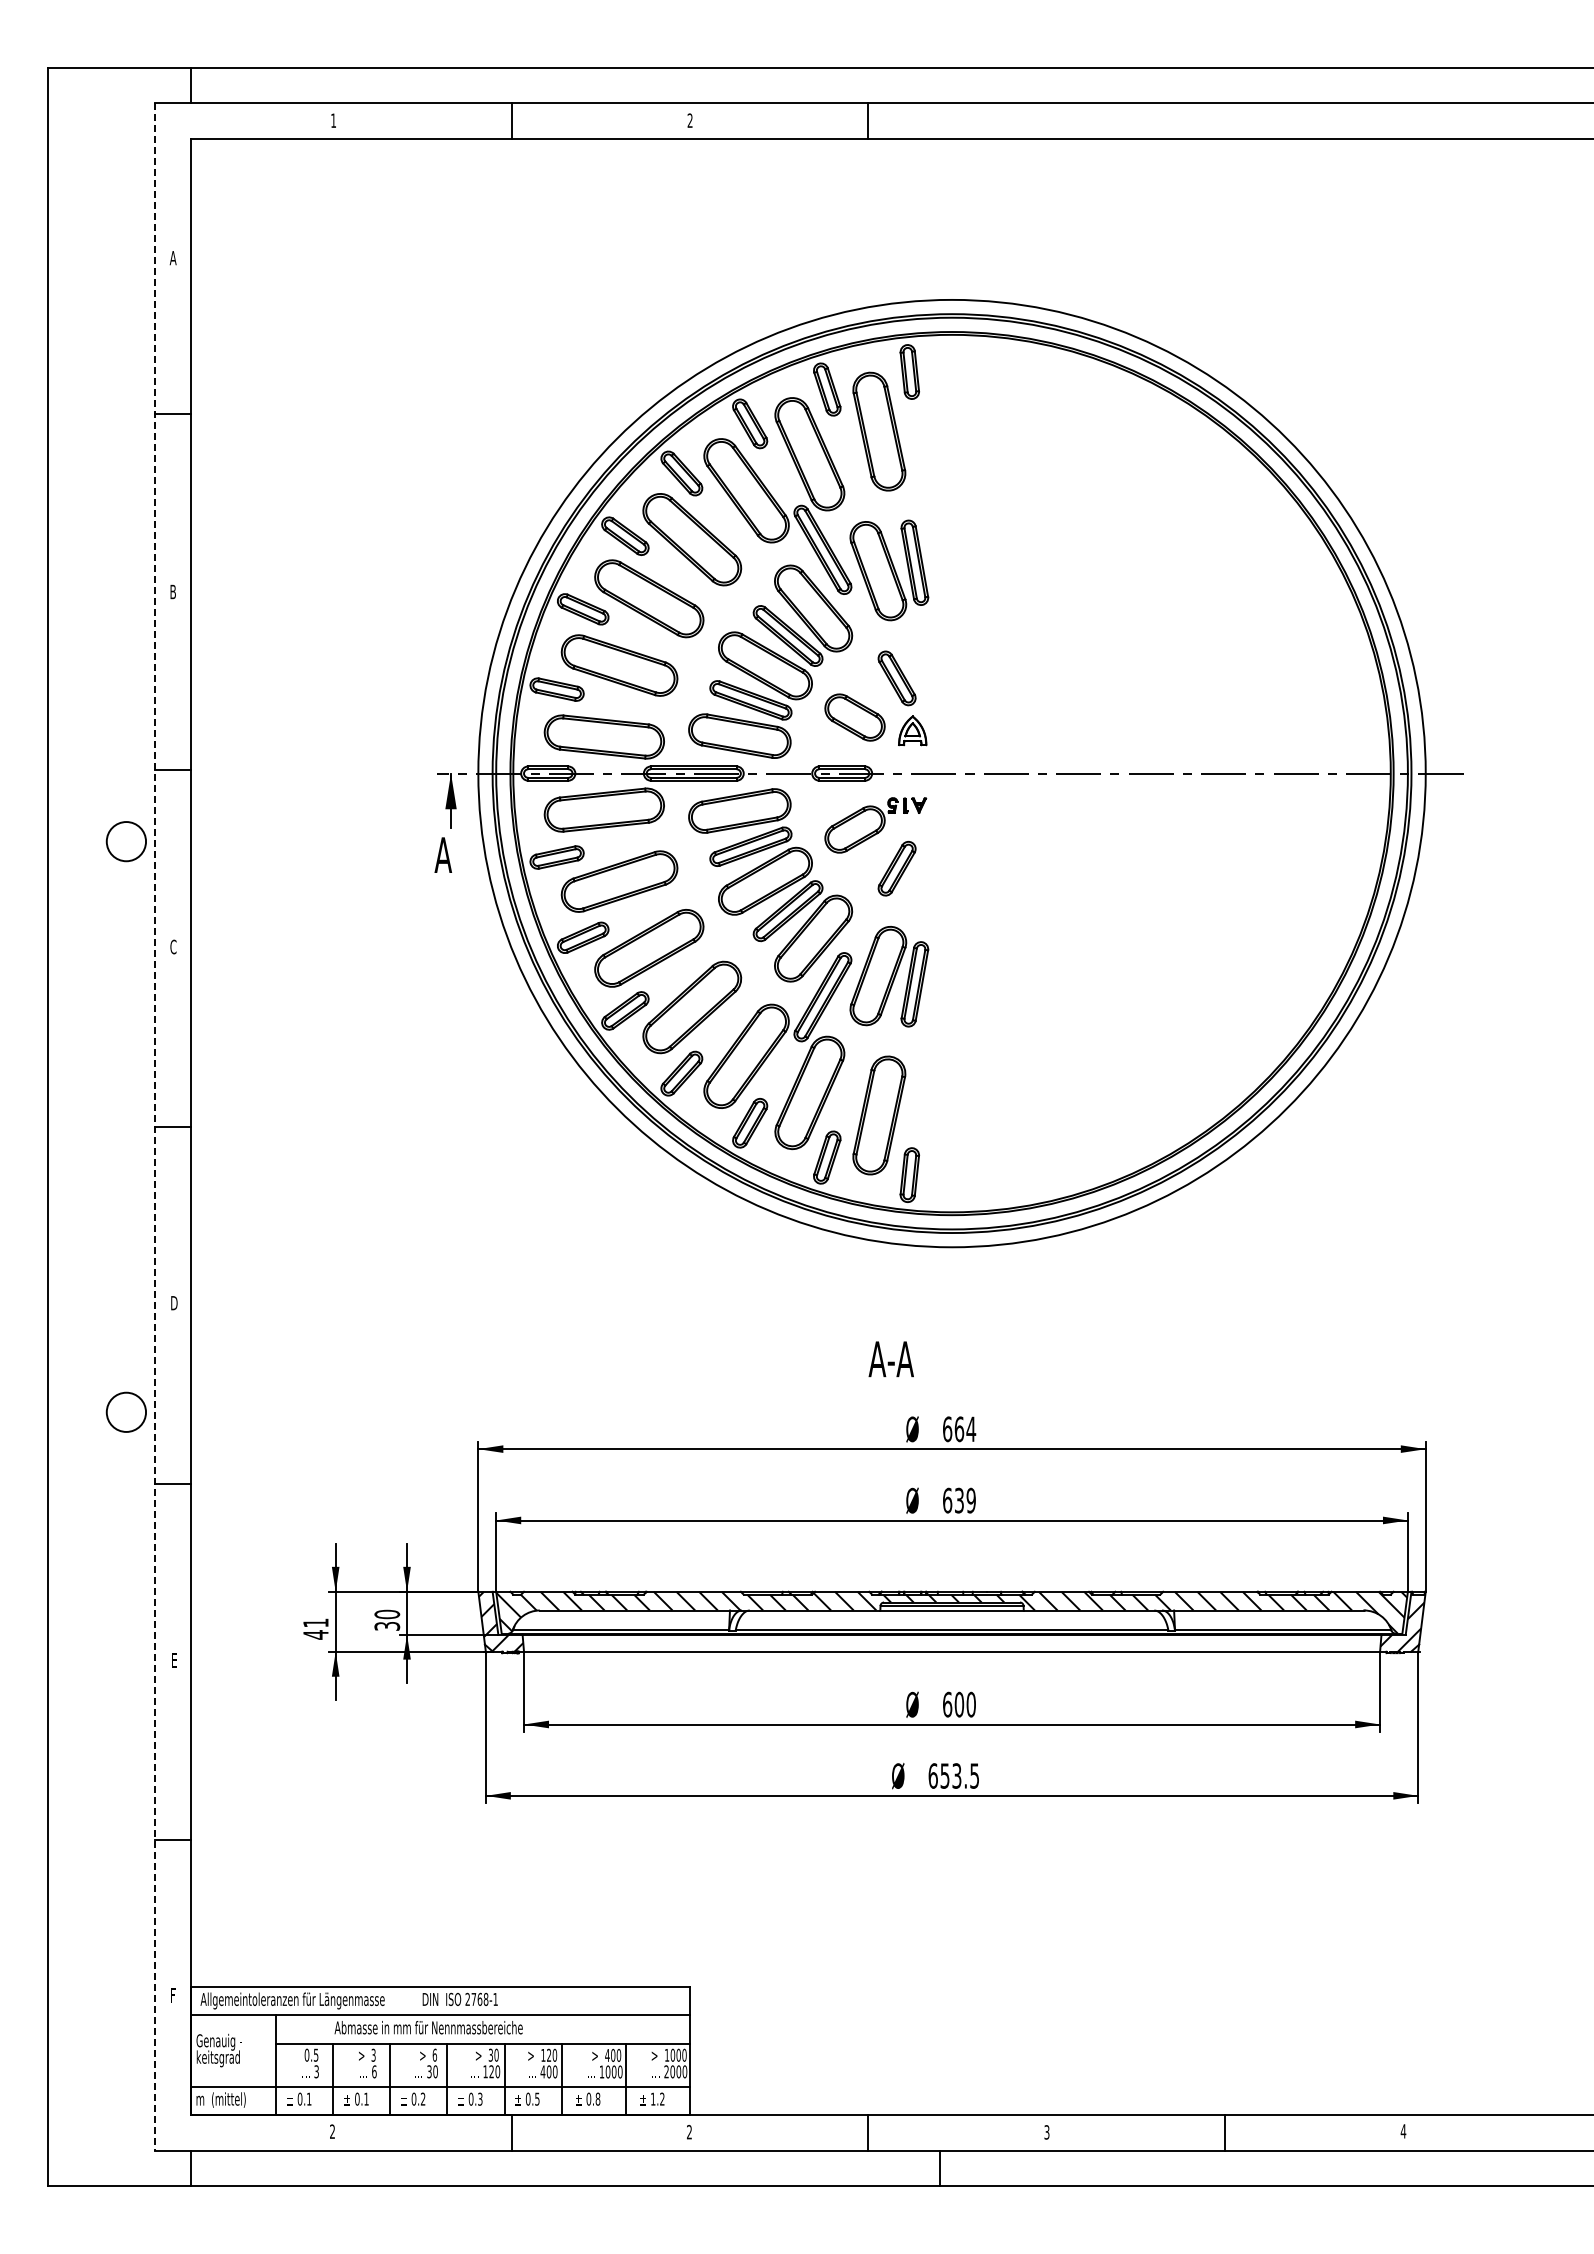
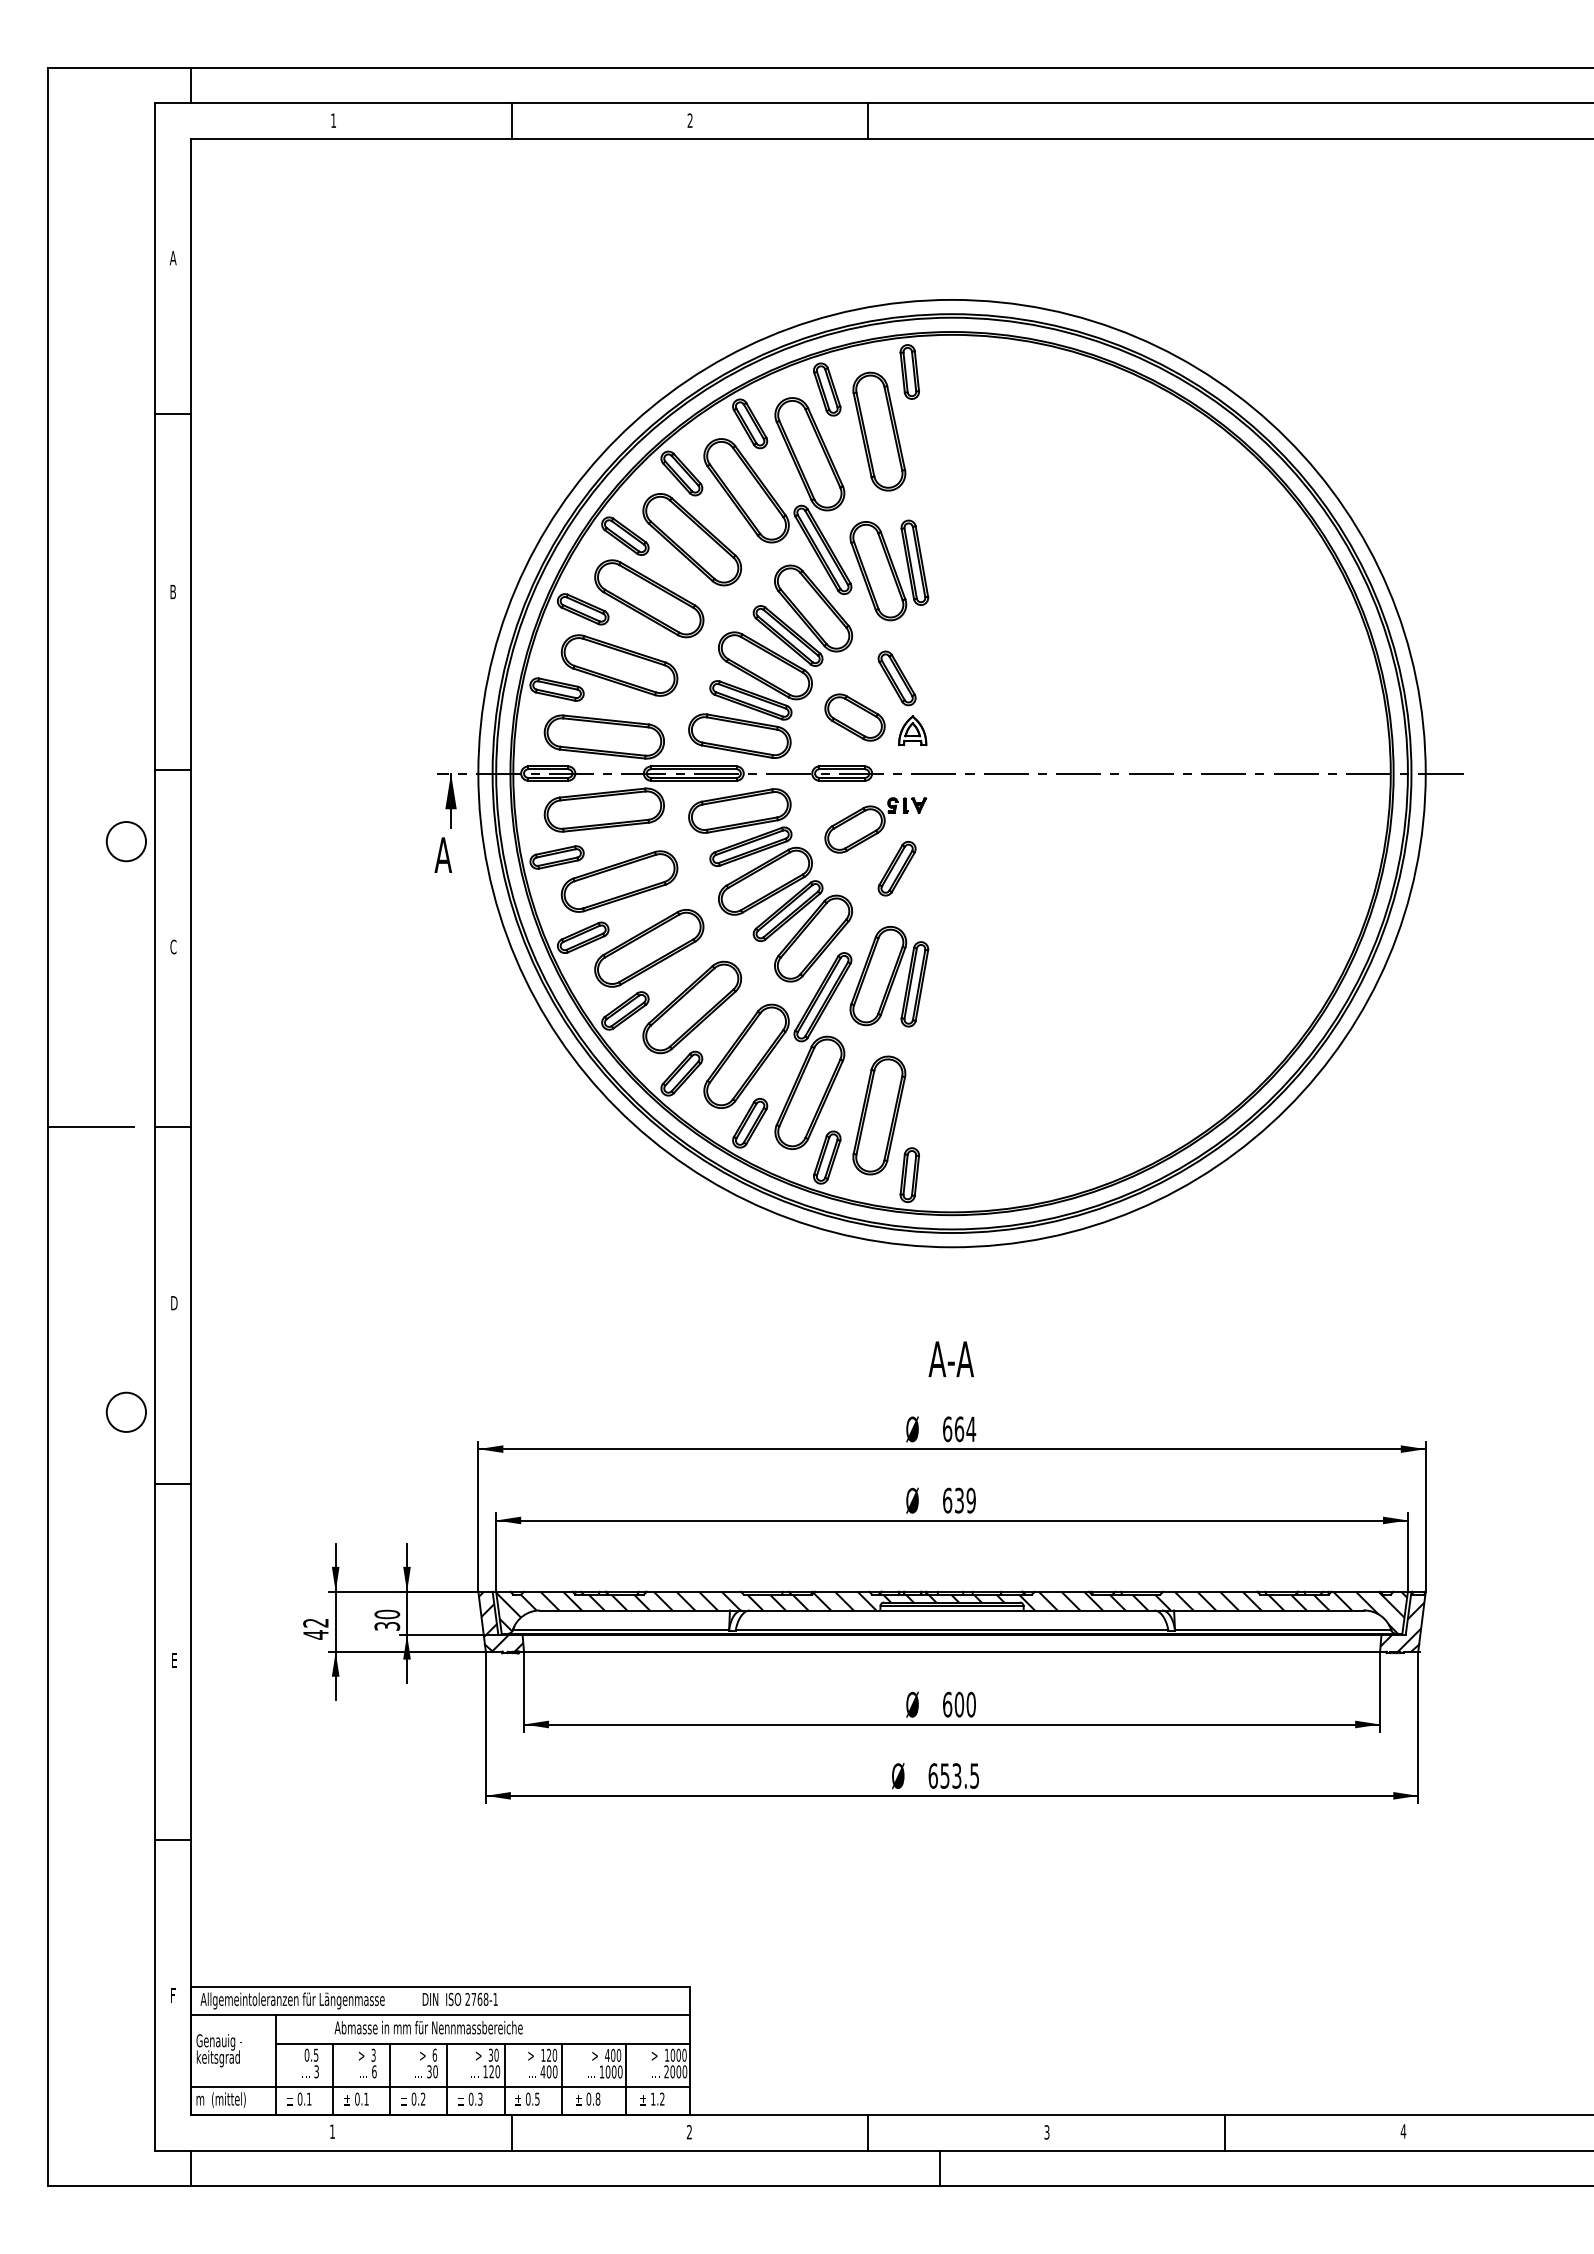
line at (90, 1127): none -> present
line at (154, 1127): dashed -> solid
text at (890, 1359) position: (890, 1359) -> (950, 1359)
text at (315, 1622): 41 -> 42
text at (332, 2131): 2 -> 1
